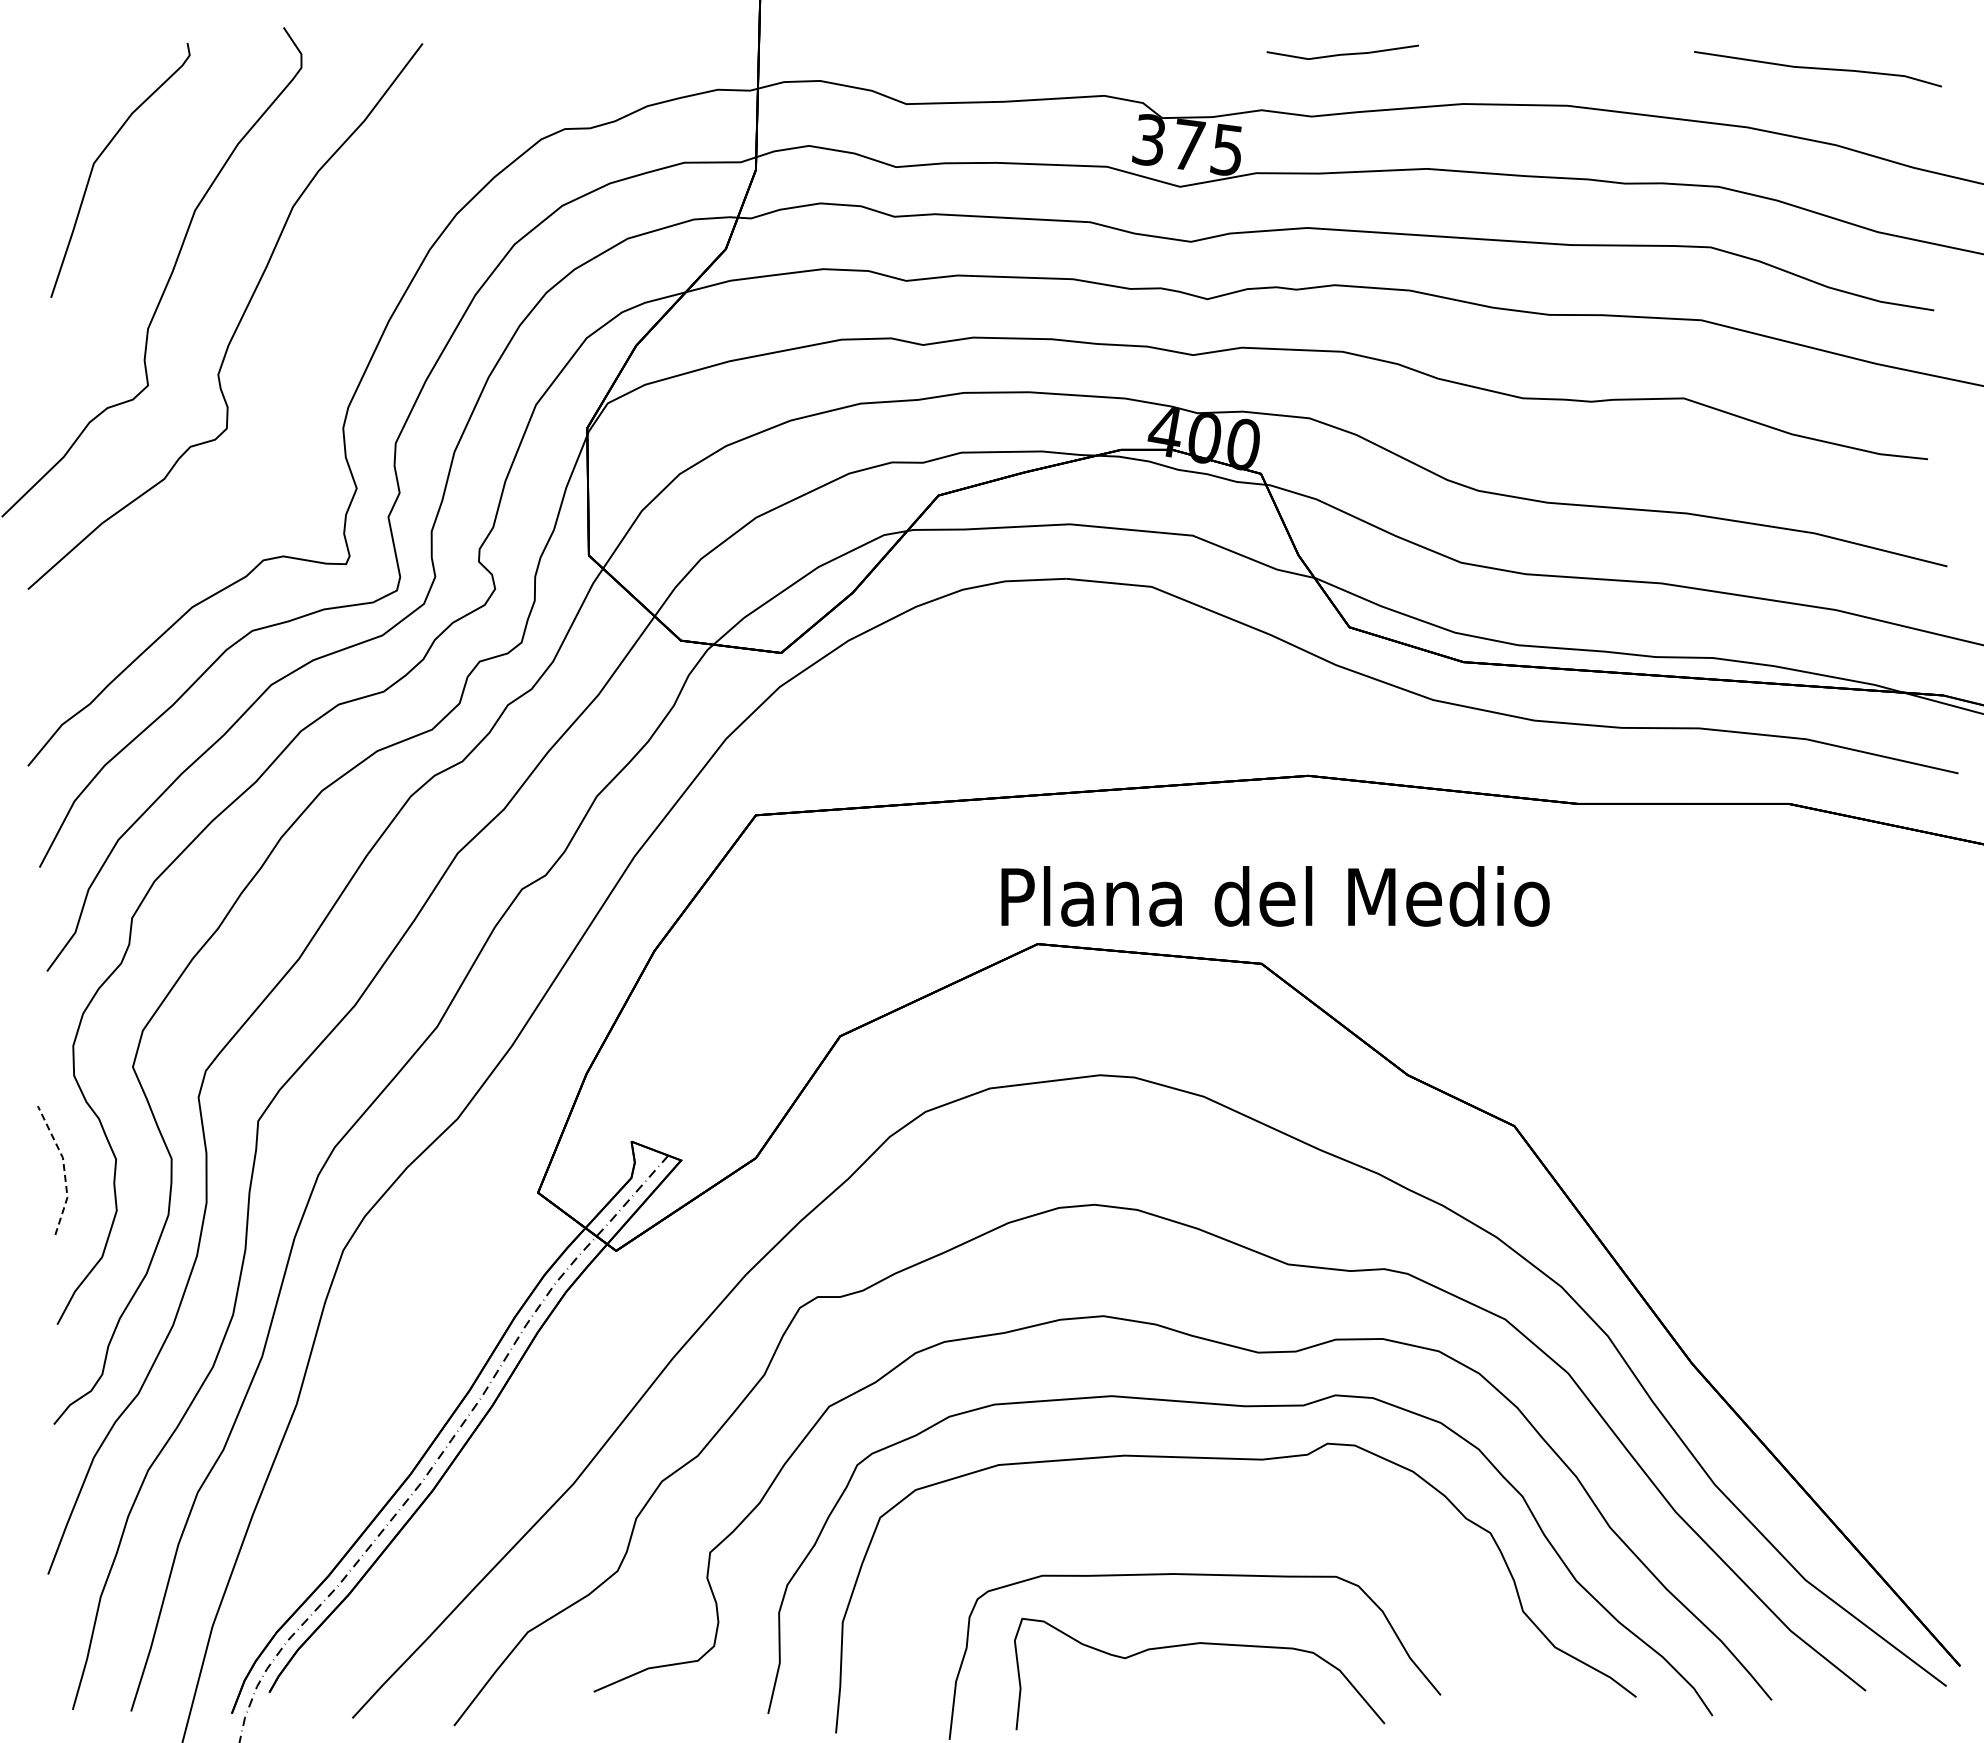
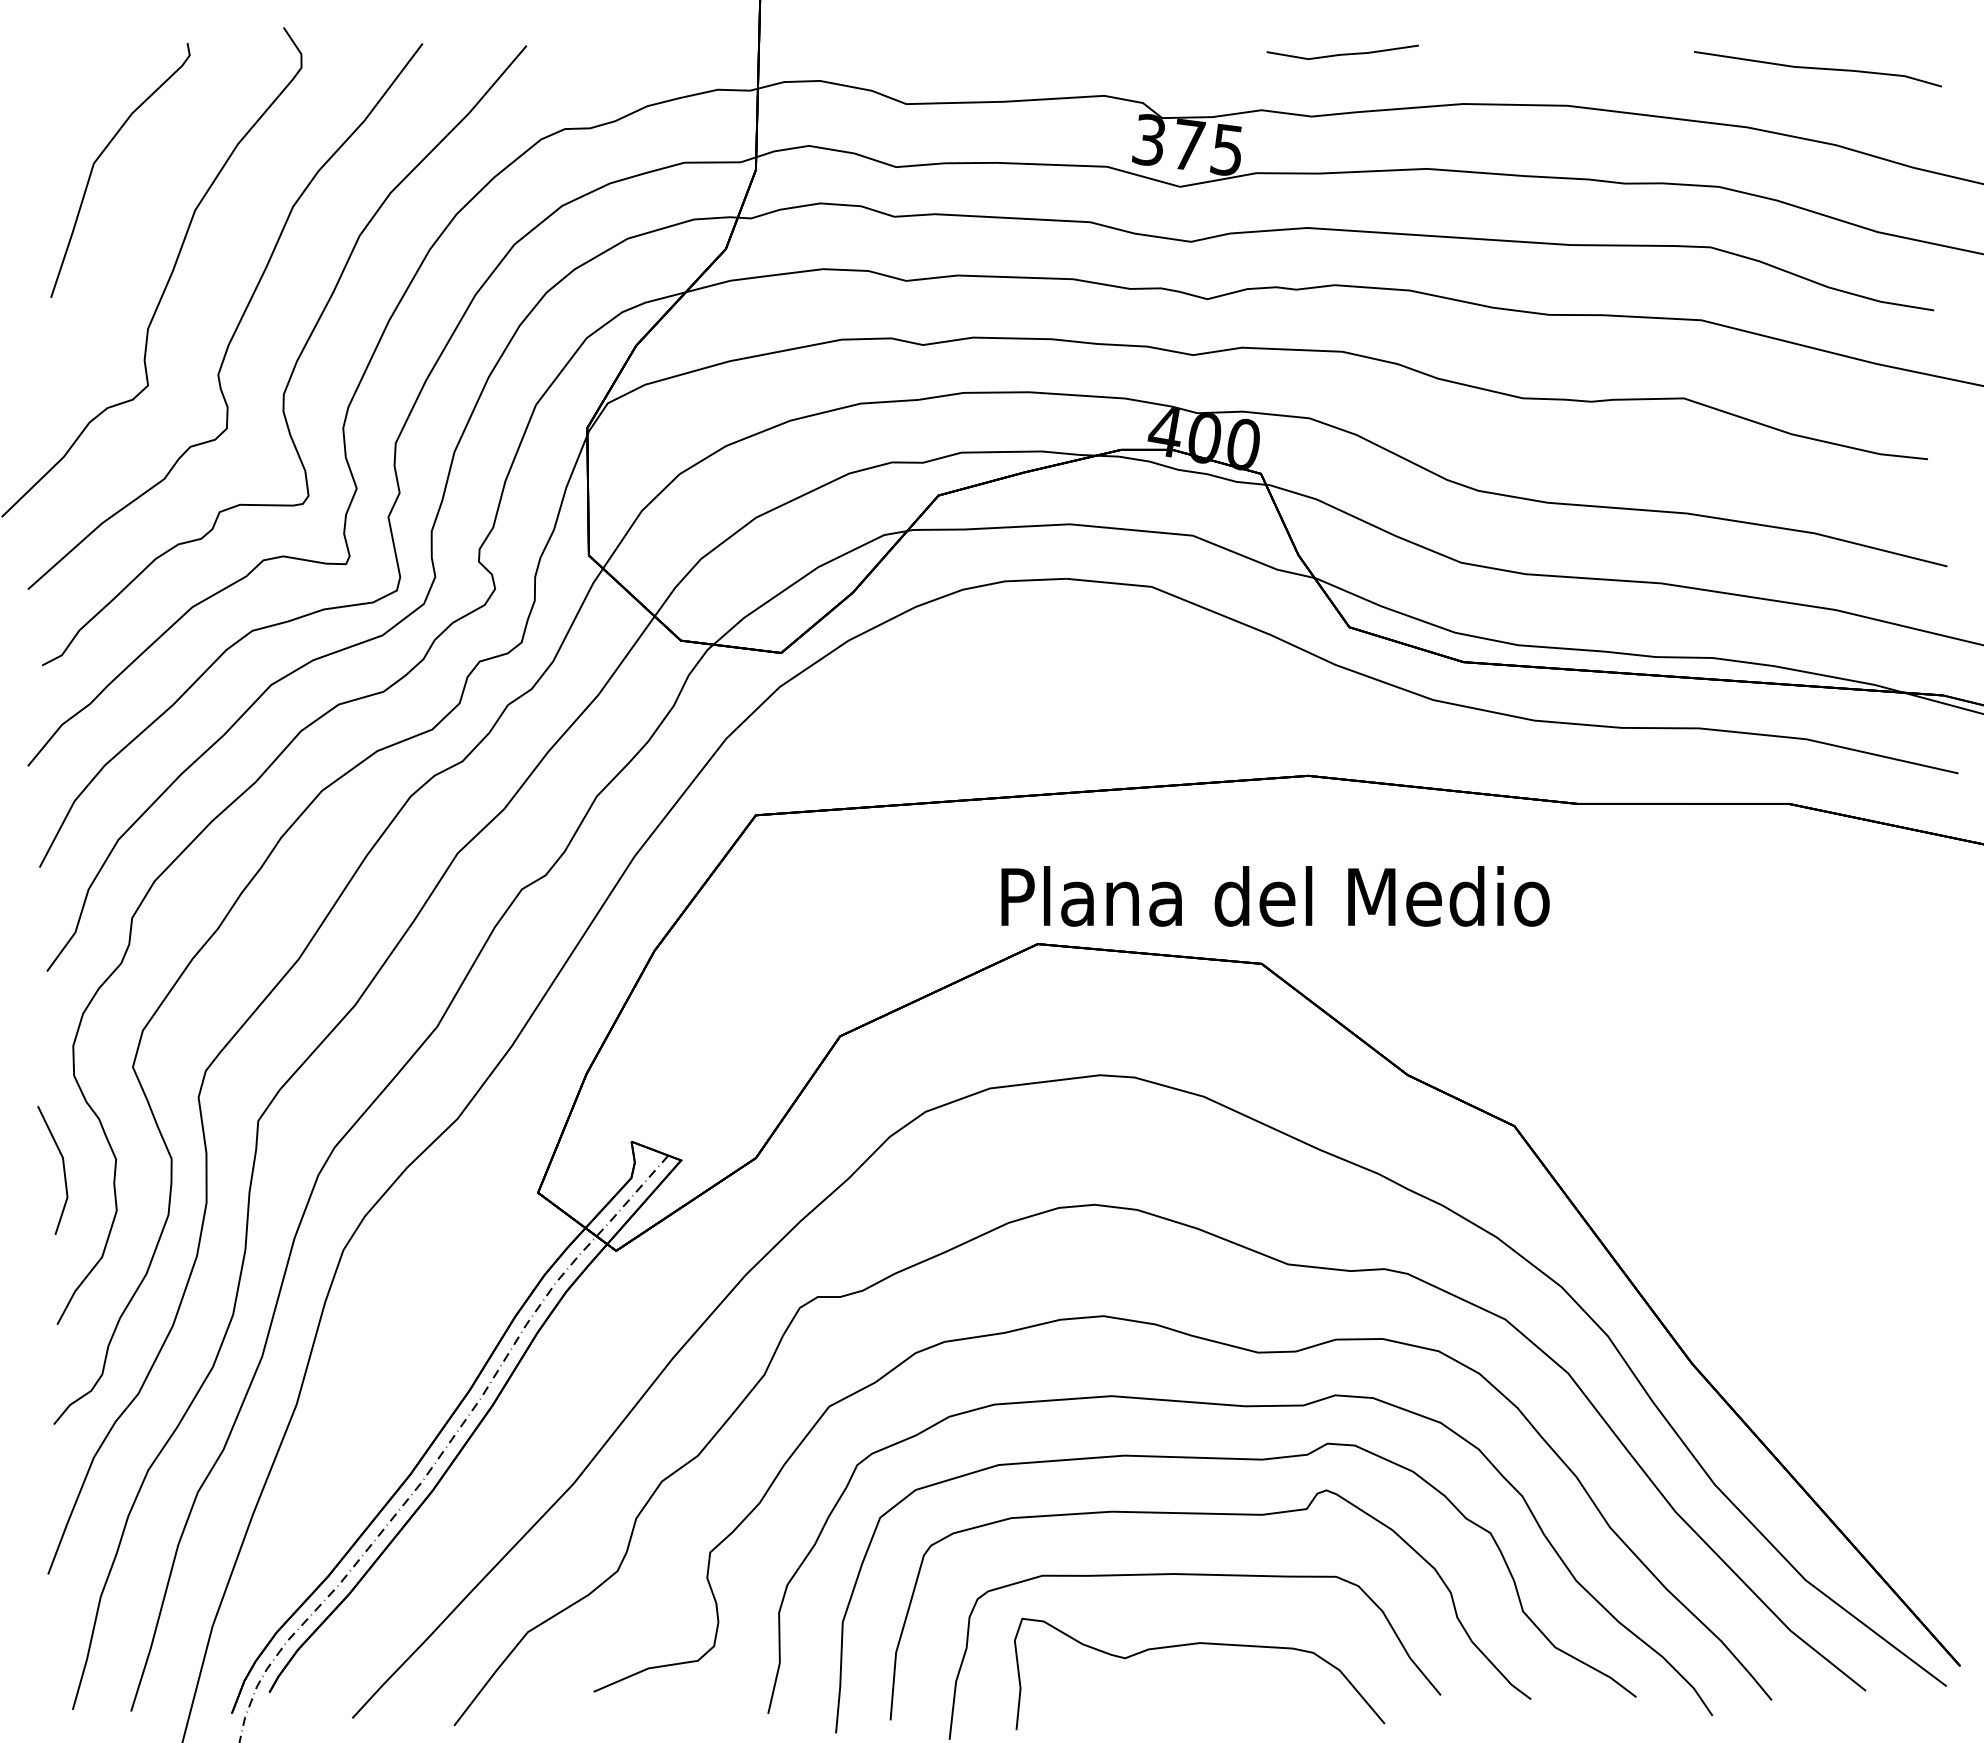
curve at (296, 359): none -> present
line at (64, 1168): dashed -> solid
curve at (1210, 1514): none -> present
